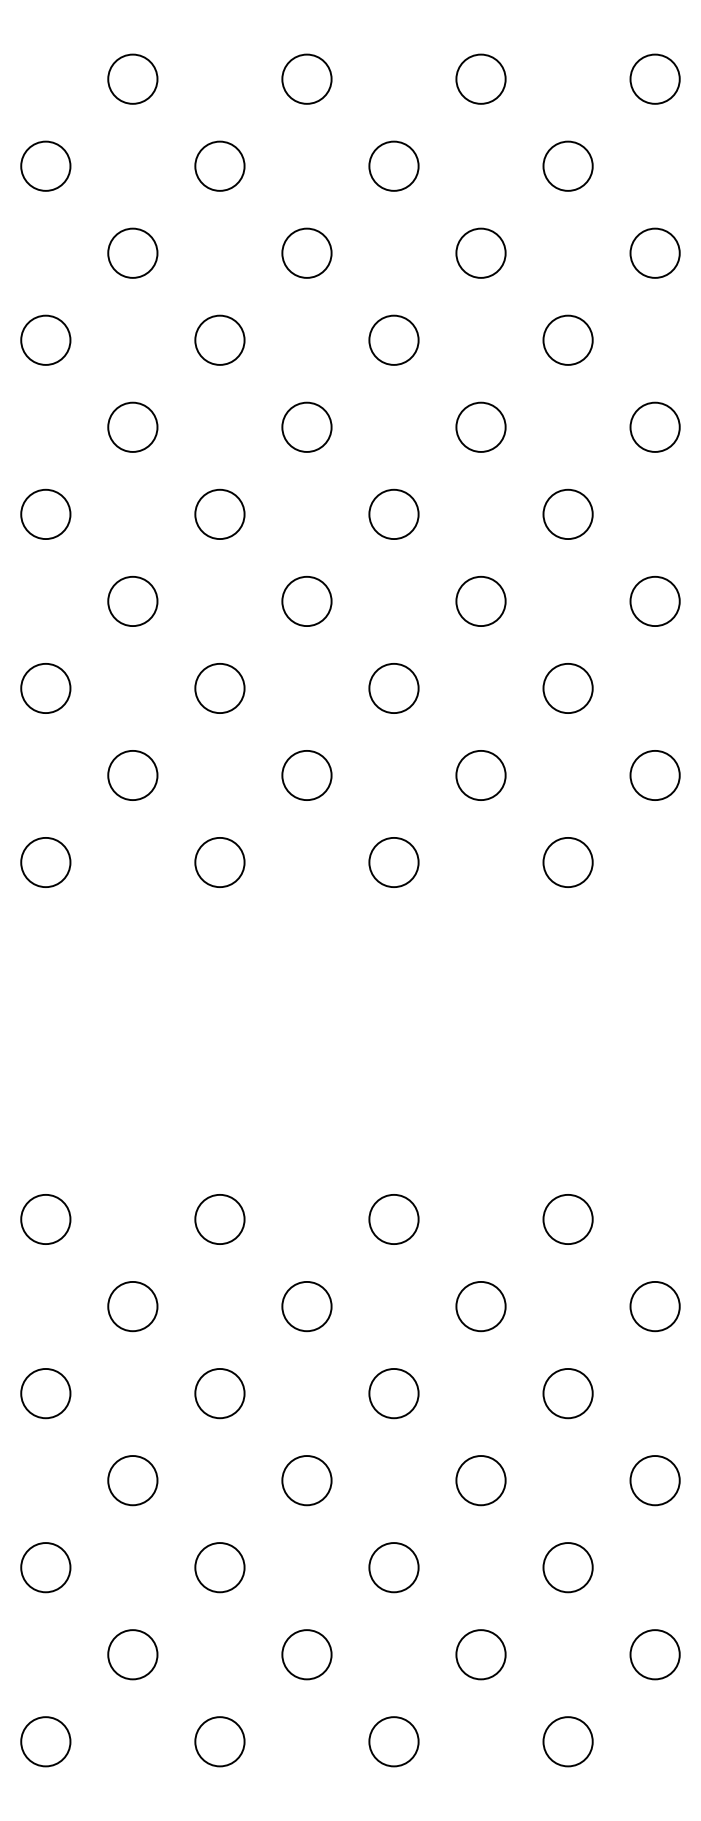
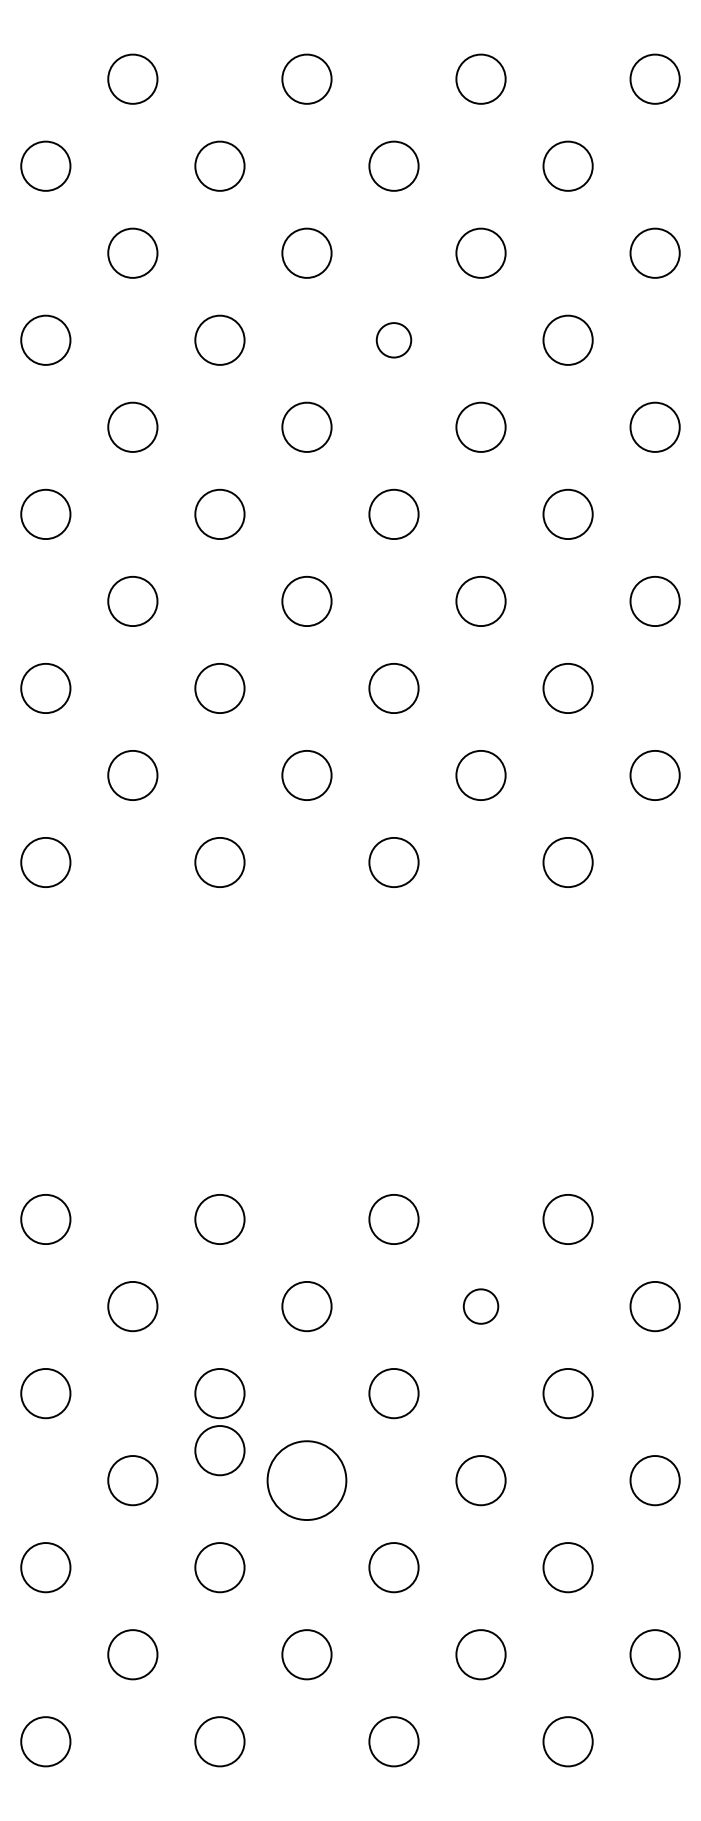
circle at (393, 339) diameter: 49 px -> 34 px
circle at (480, 1306) diameter: 49 px -> 34 px
circle at (219, 1450): none -> present
circle at (306, 1480) diameter: 49 px -> 79 px
